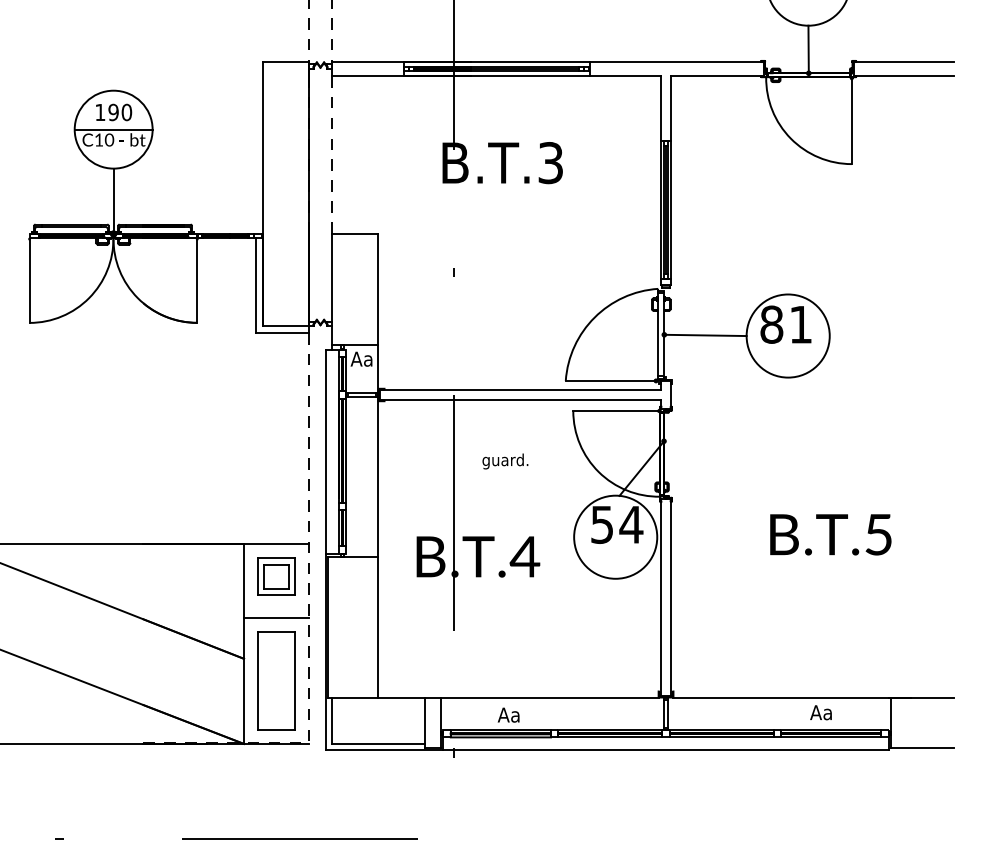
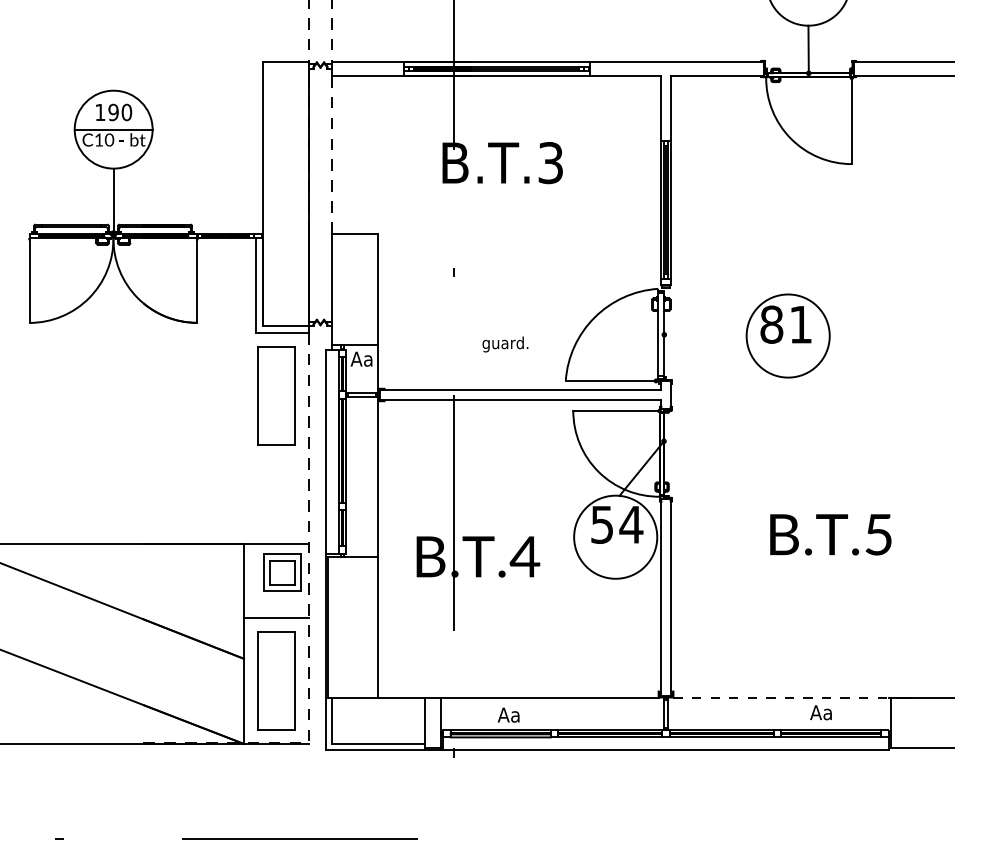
line at (705, 335): present -> none
part at (276, 395): none -> present
text at (505, 461) position: (505, 461) -> (505, 344)
part at (276, 576) position: (276, 576) -> (282, 572)
line at (782, 697): solid -> dashed
